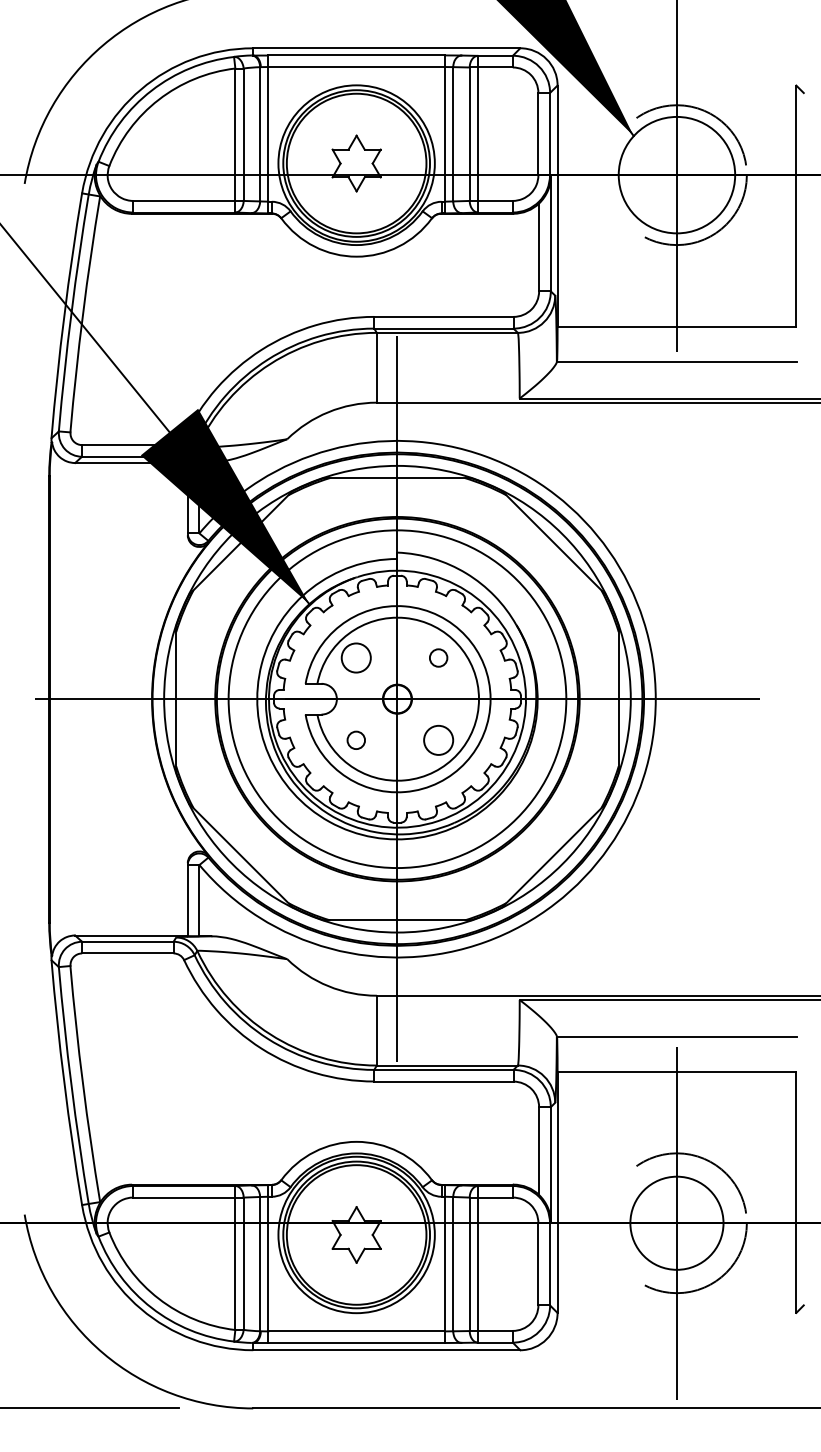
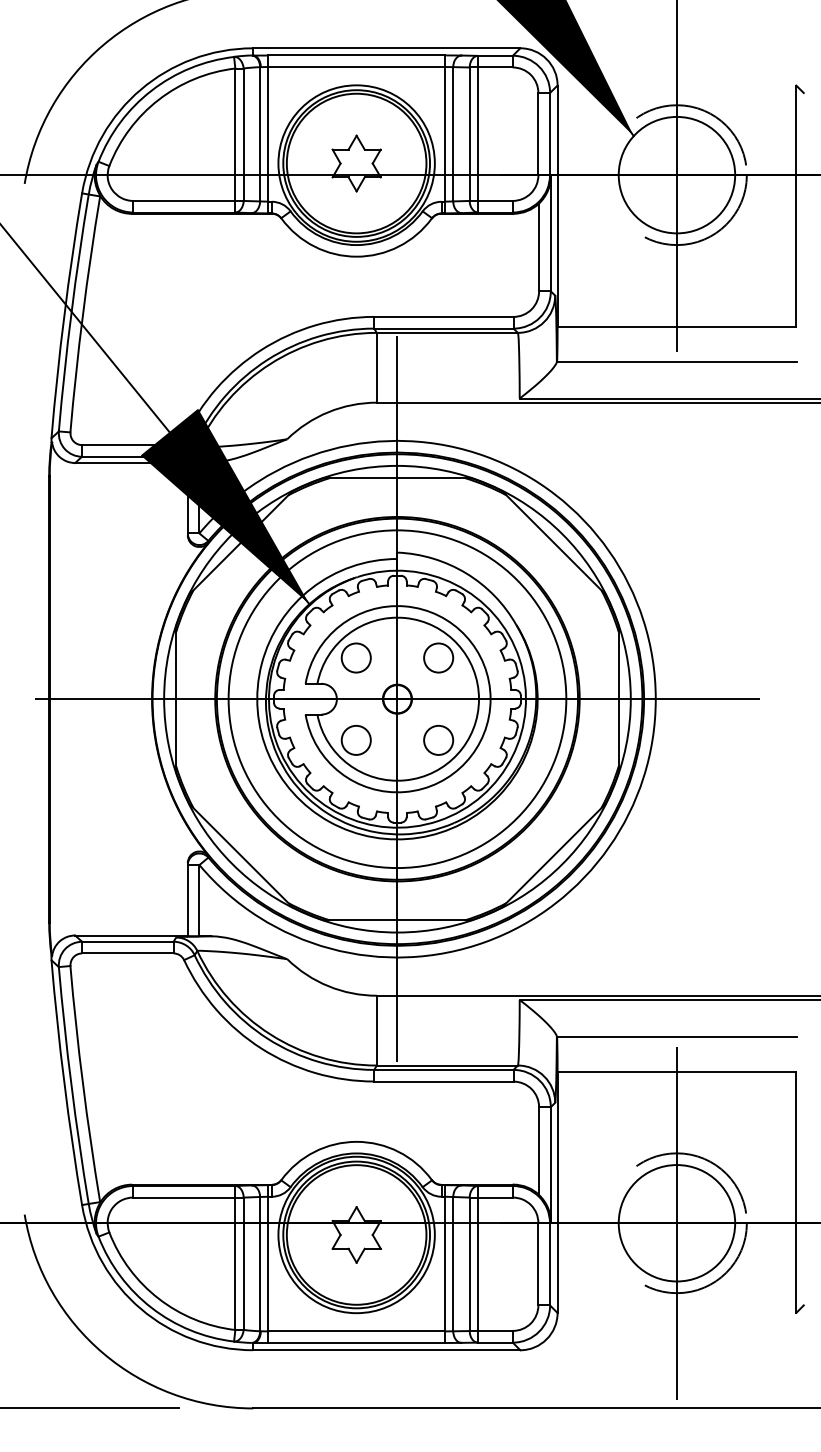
circle at (438, 657) diameter: 17 px -> 29 px
circle at (356, 740) diameter: 17 px -> 29 px
circle at (676, 1222) diameter: 93 px -> 116 px
